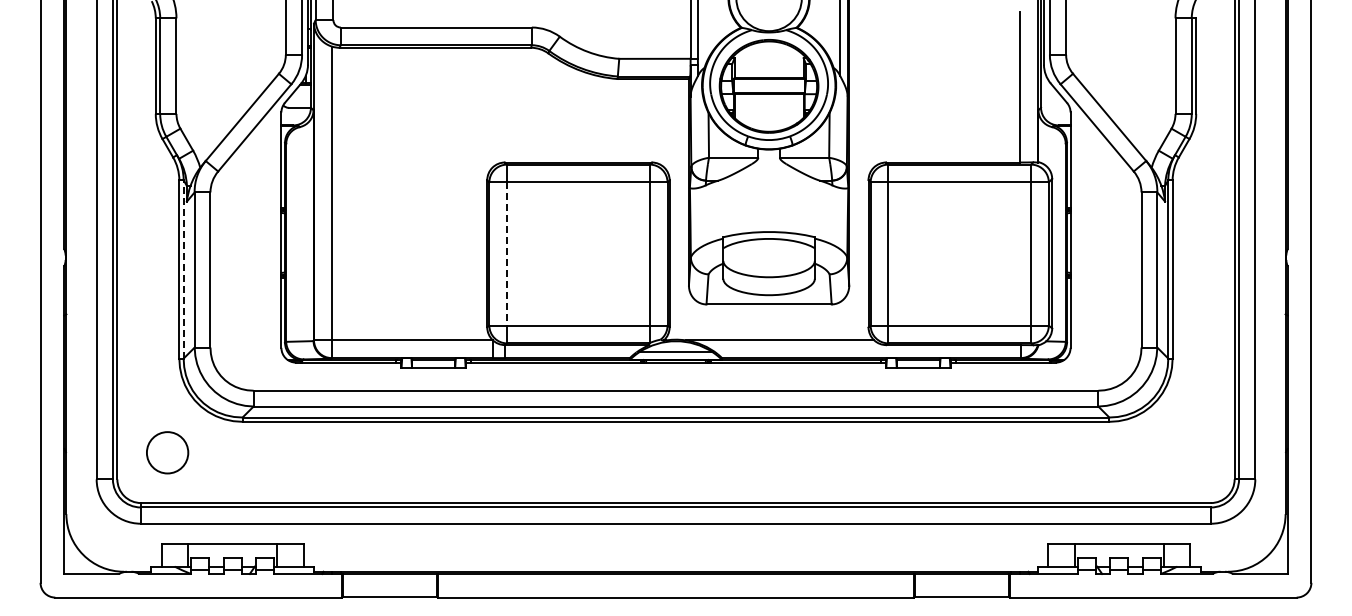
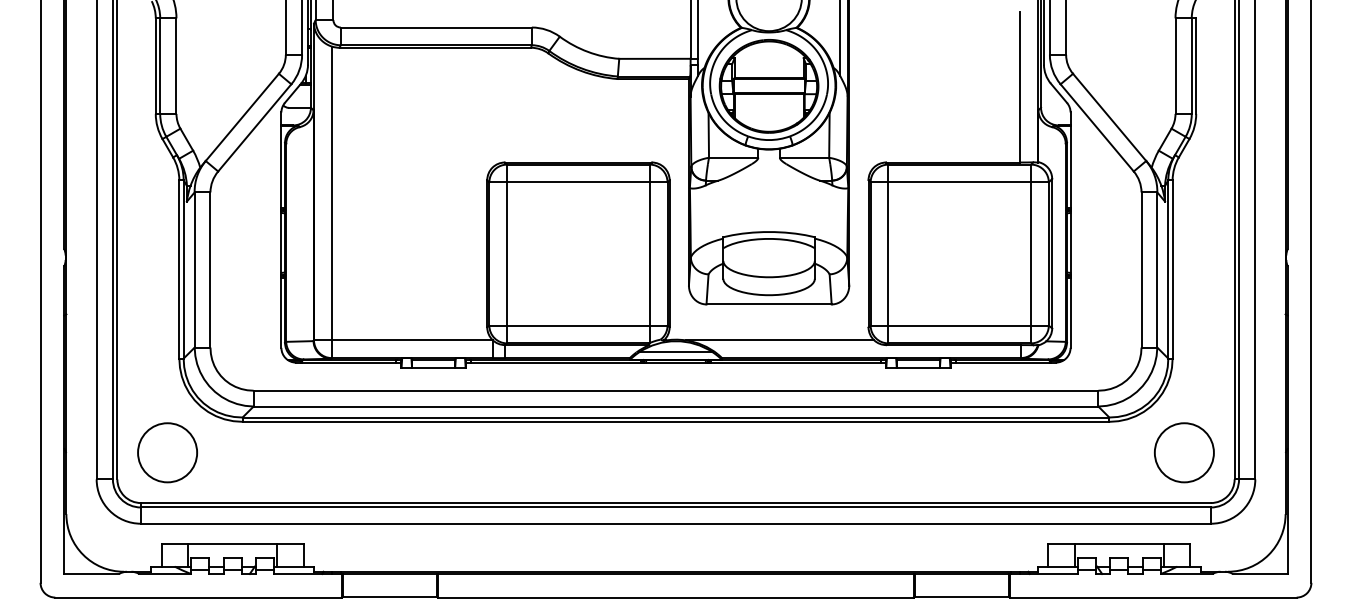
line at (507, 254): dashed -> solid
line at (183, 268): dashed -> solid
circle at (167, 452) diameter: 41 px -> 59 px
circle at (1184, 452): none -> present
